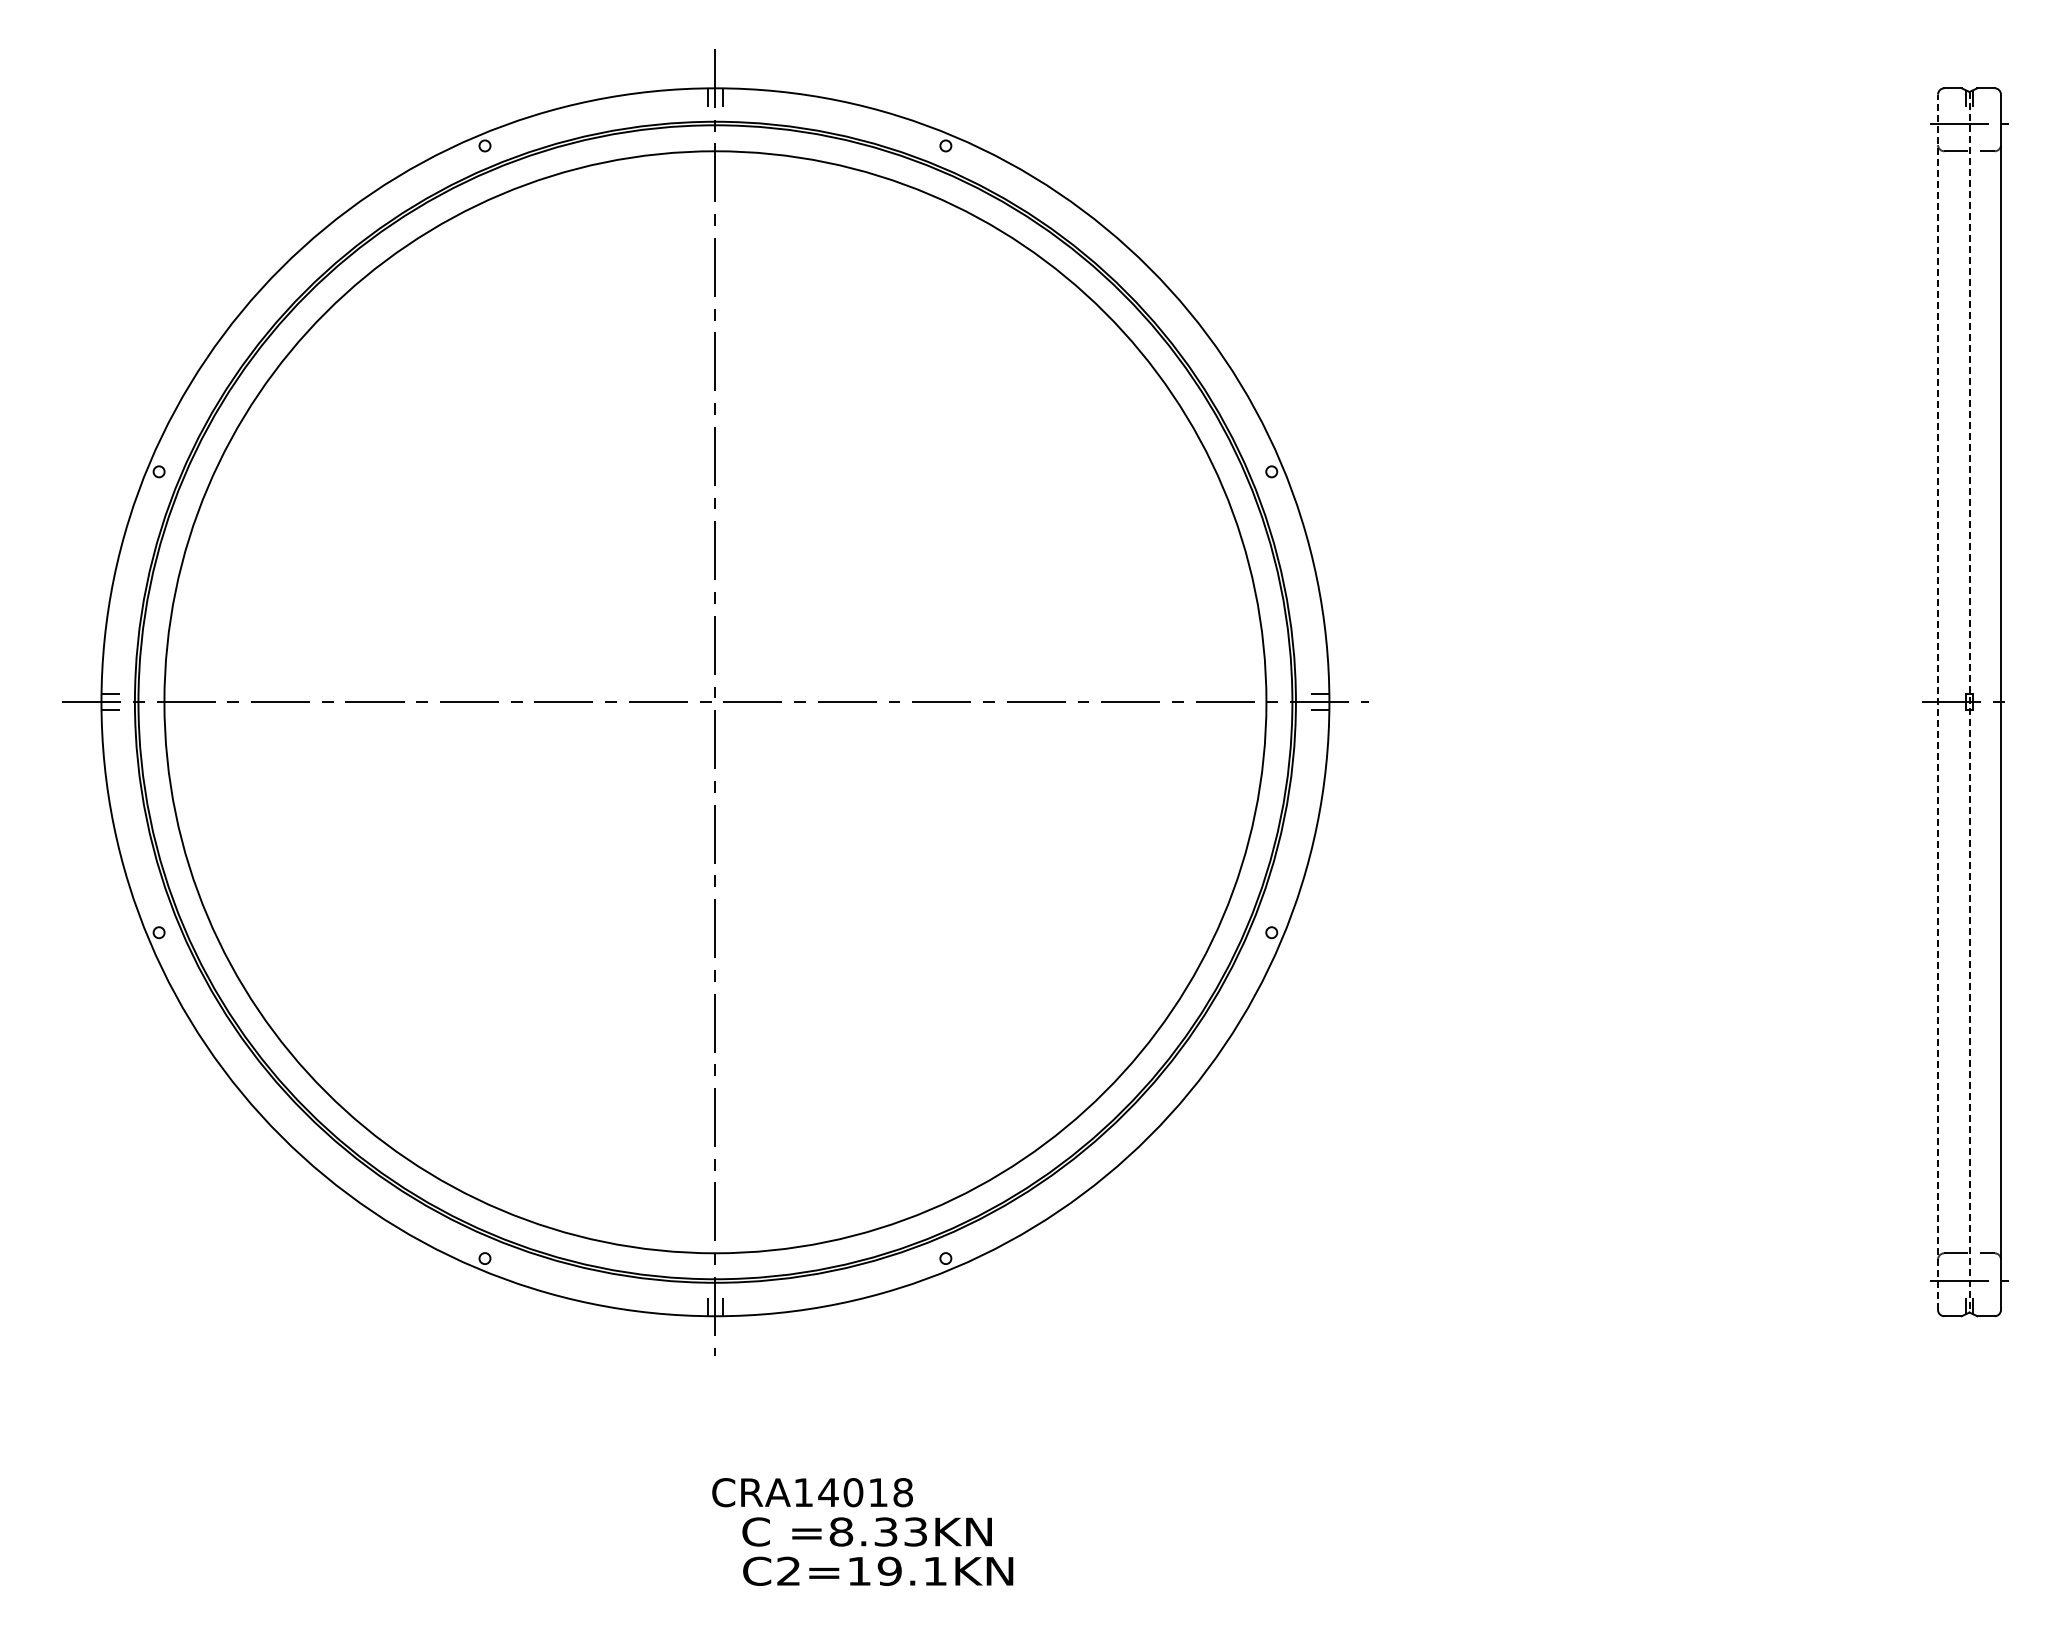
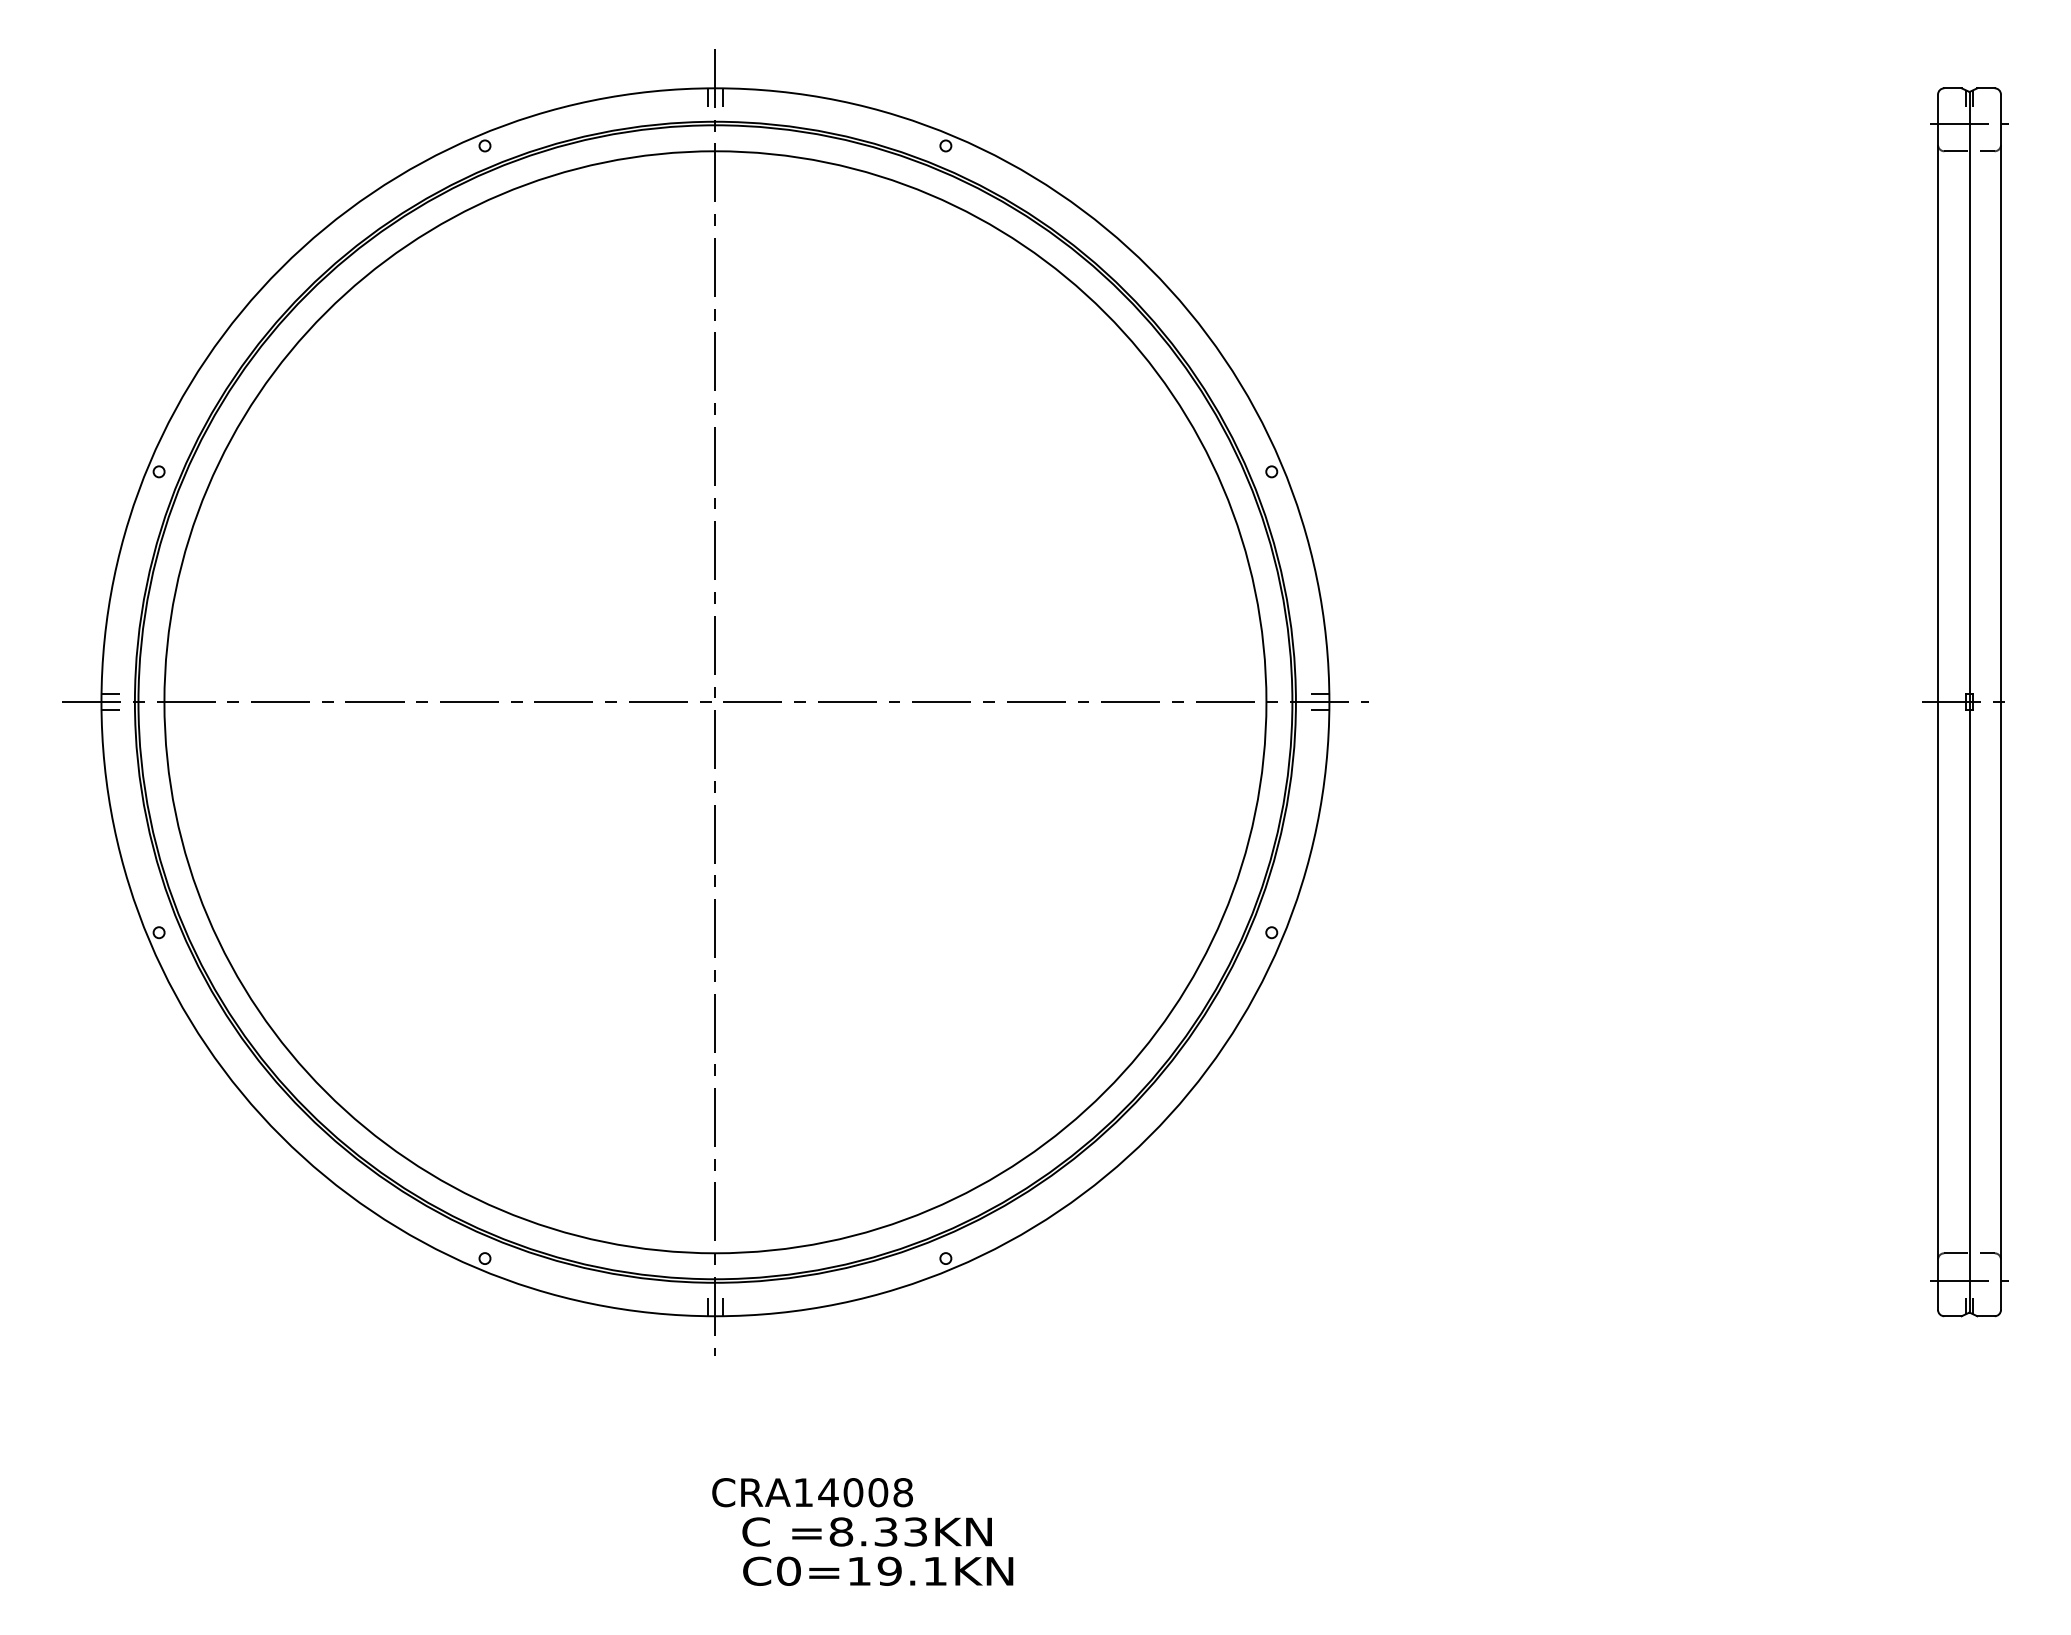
line at (1938, 702): dashed -> solid
line at (1969, 702): dashed -> solid
text at (878, 1492): CRA14018 -> CRA14008
text at (788, 1570): C2=19.1KN -> C0=19.1KN
